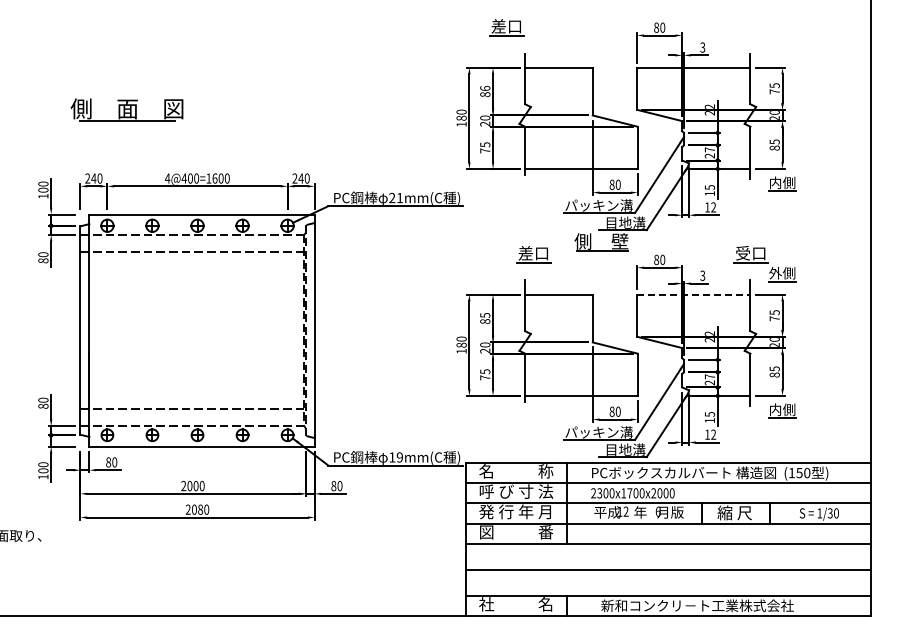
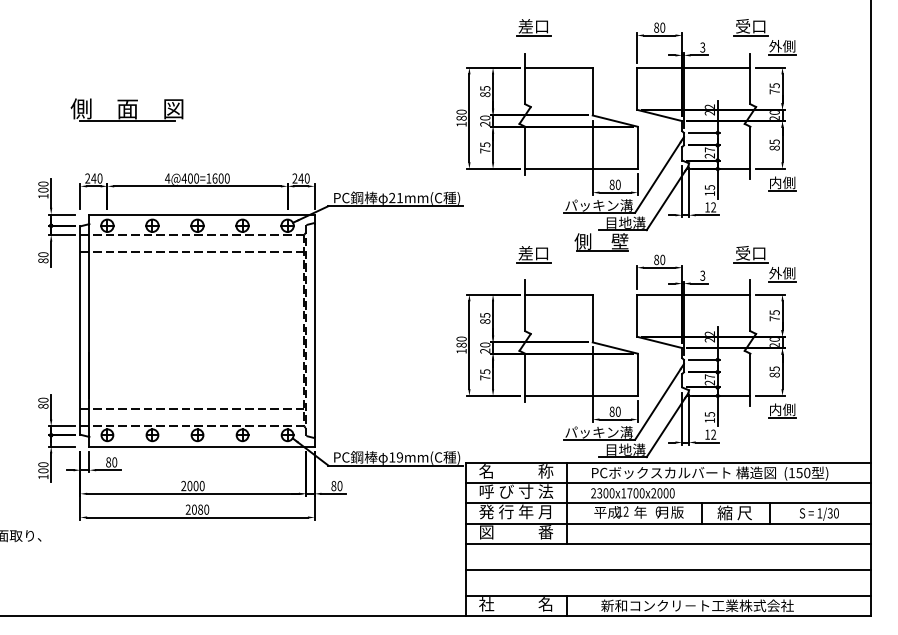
part at (506, 27) position: (506, 27) -> (533, 27)
part at (764, 37): none -> present
text at (485, 87): 86 -> 85
line at (693, 294): dashed -> solid
